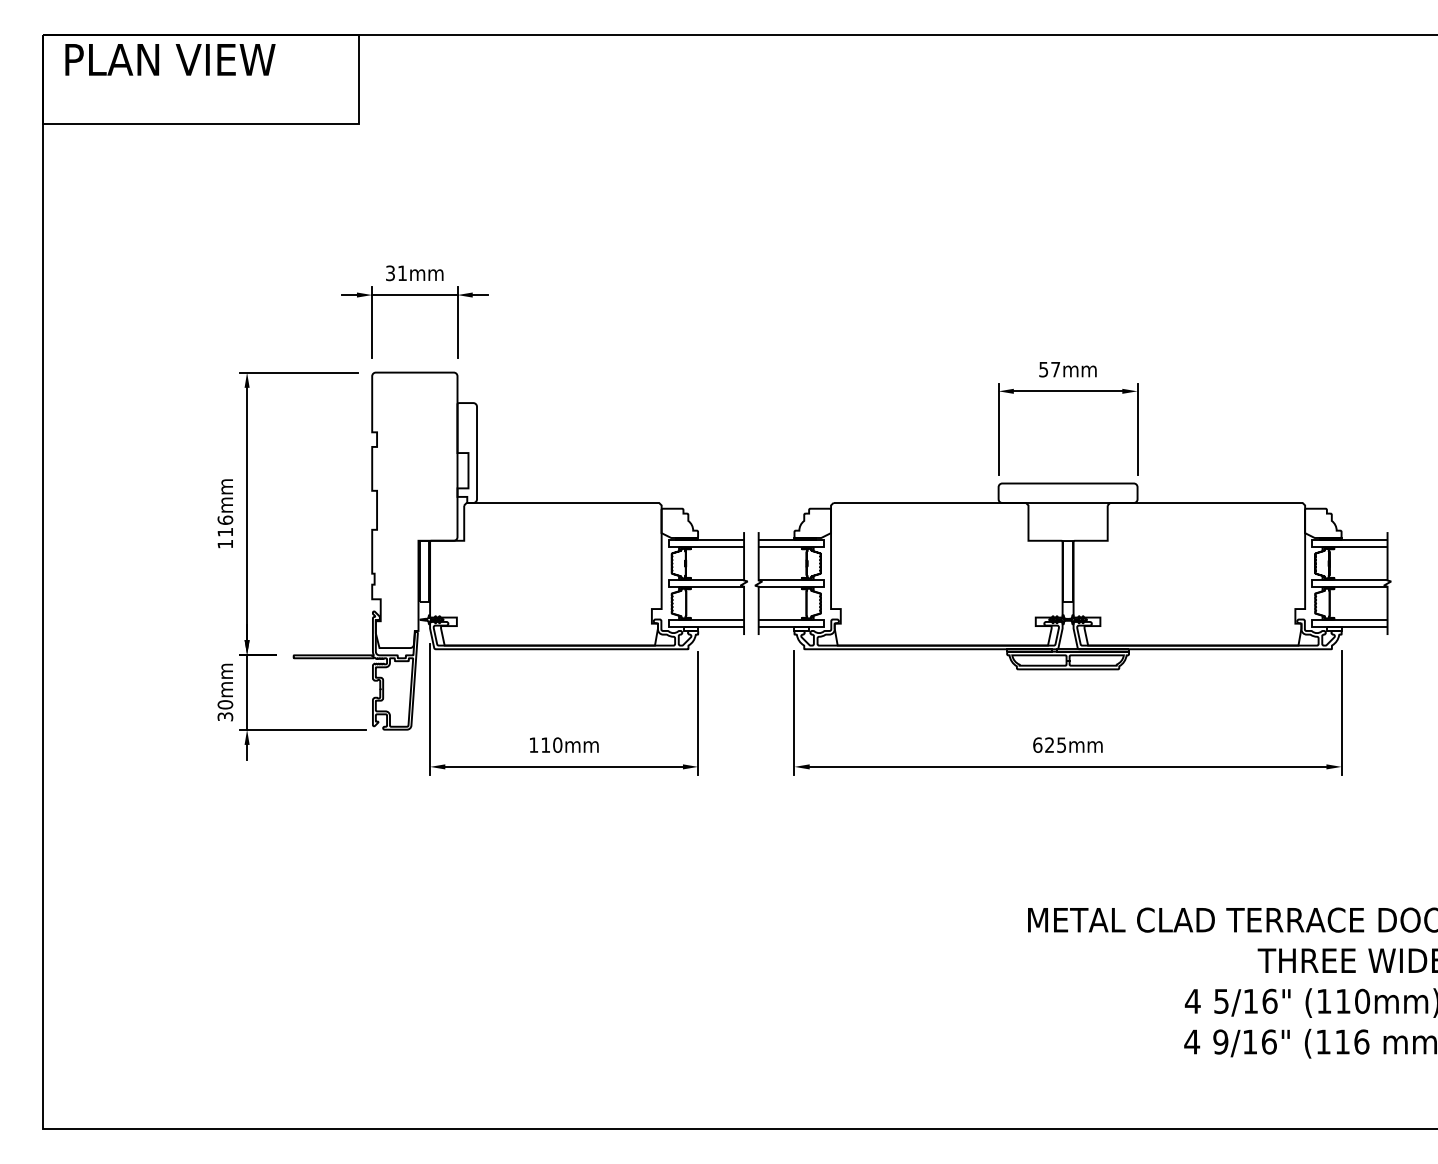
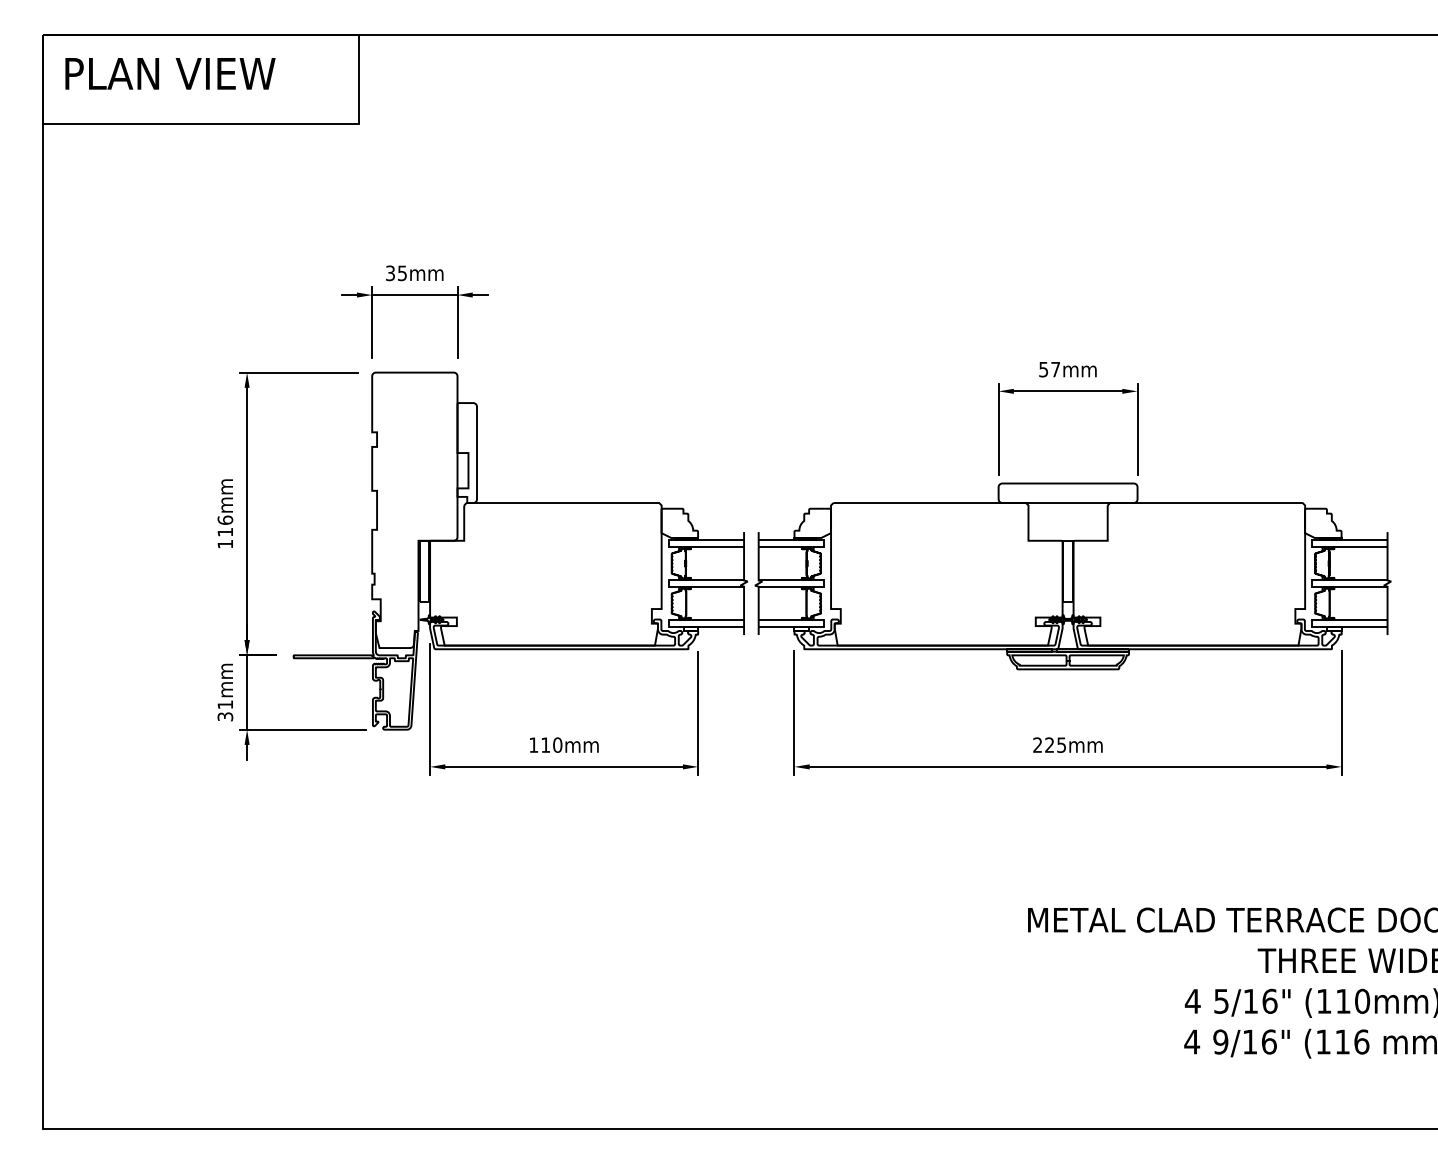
text at (170, 59) position: (170, 59) -> (170, 73)
text at (402, 273): 31mm -> 35mm
text at (225, 704): 30mm -> 31mm
text at (1037, 744): 625mm -> 225mm
